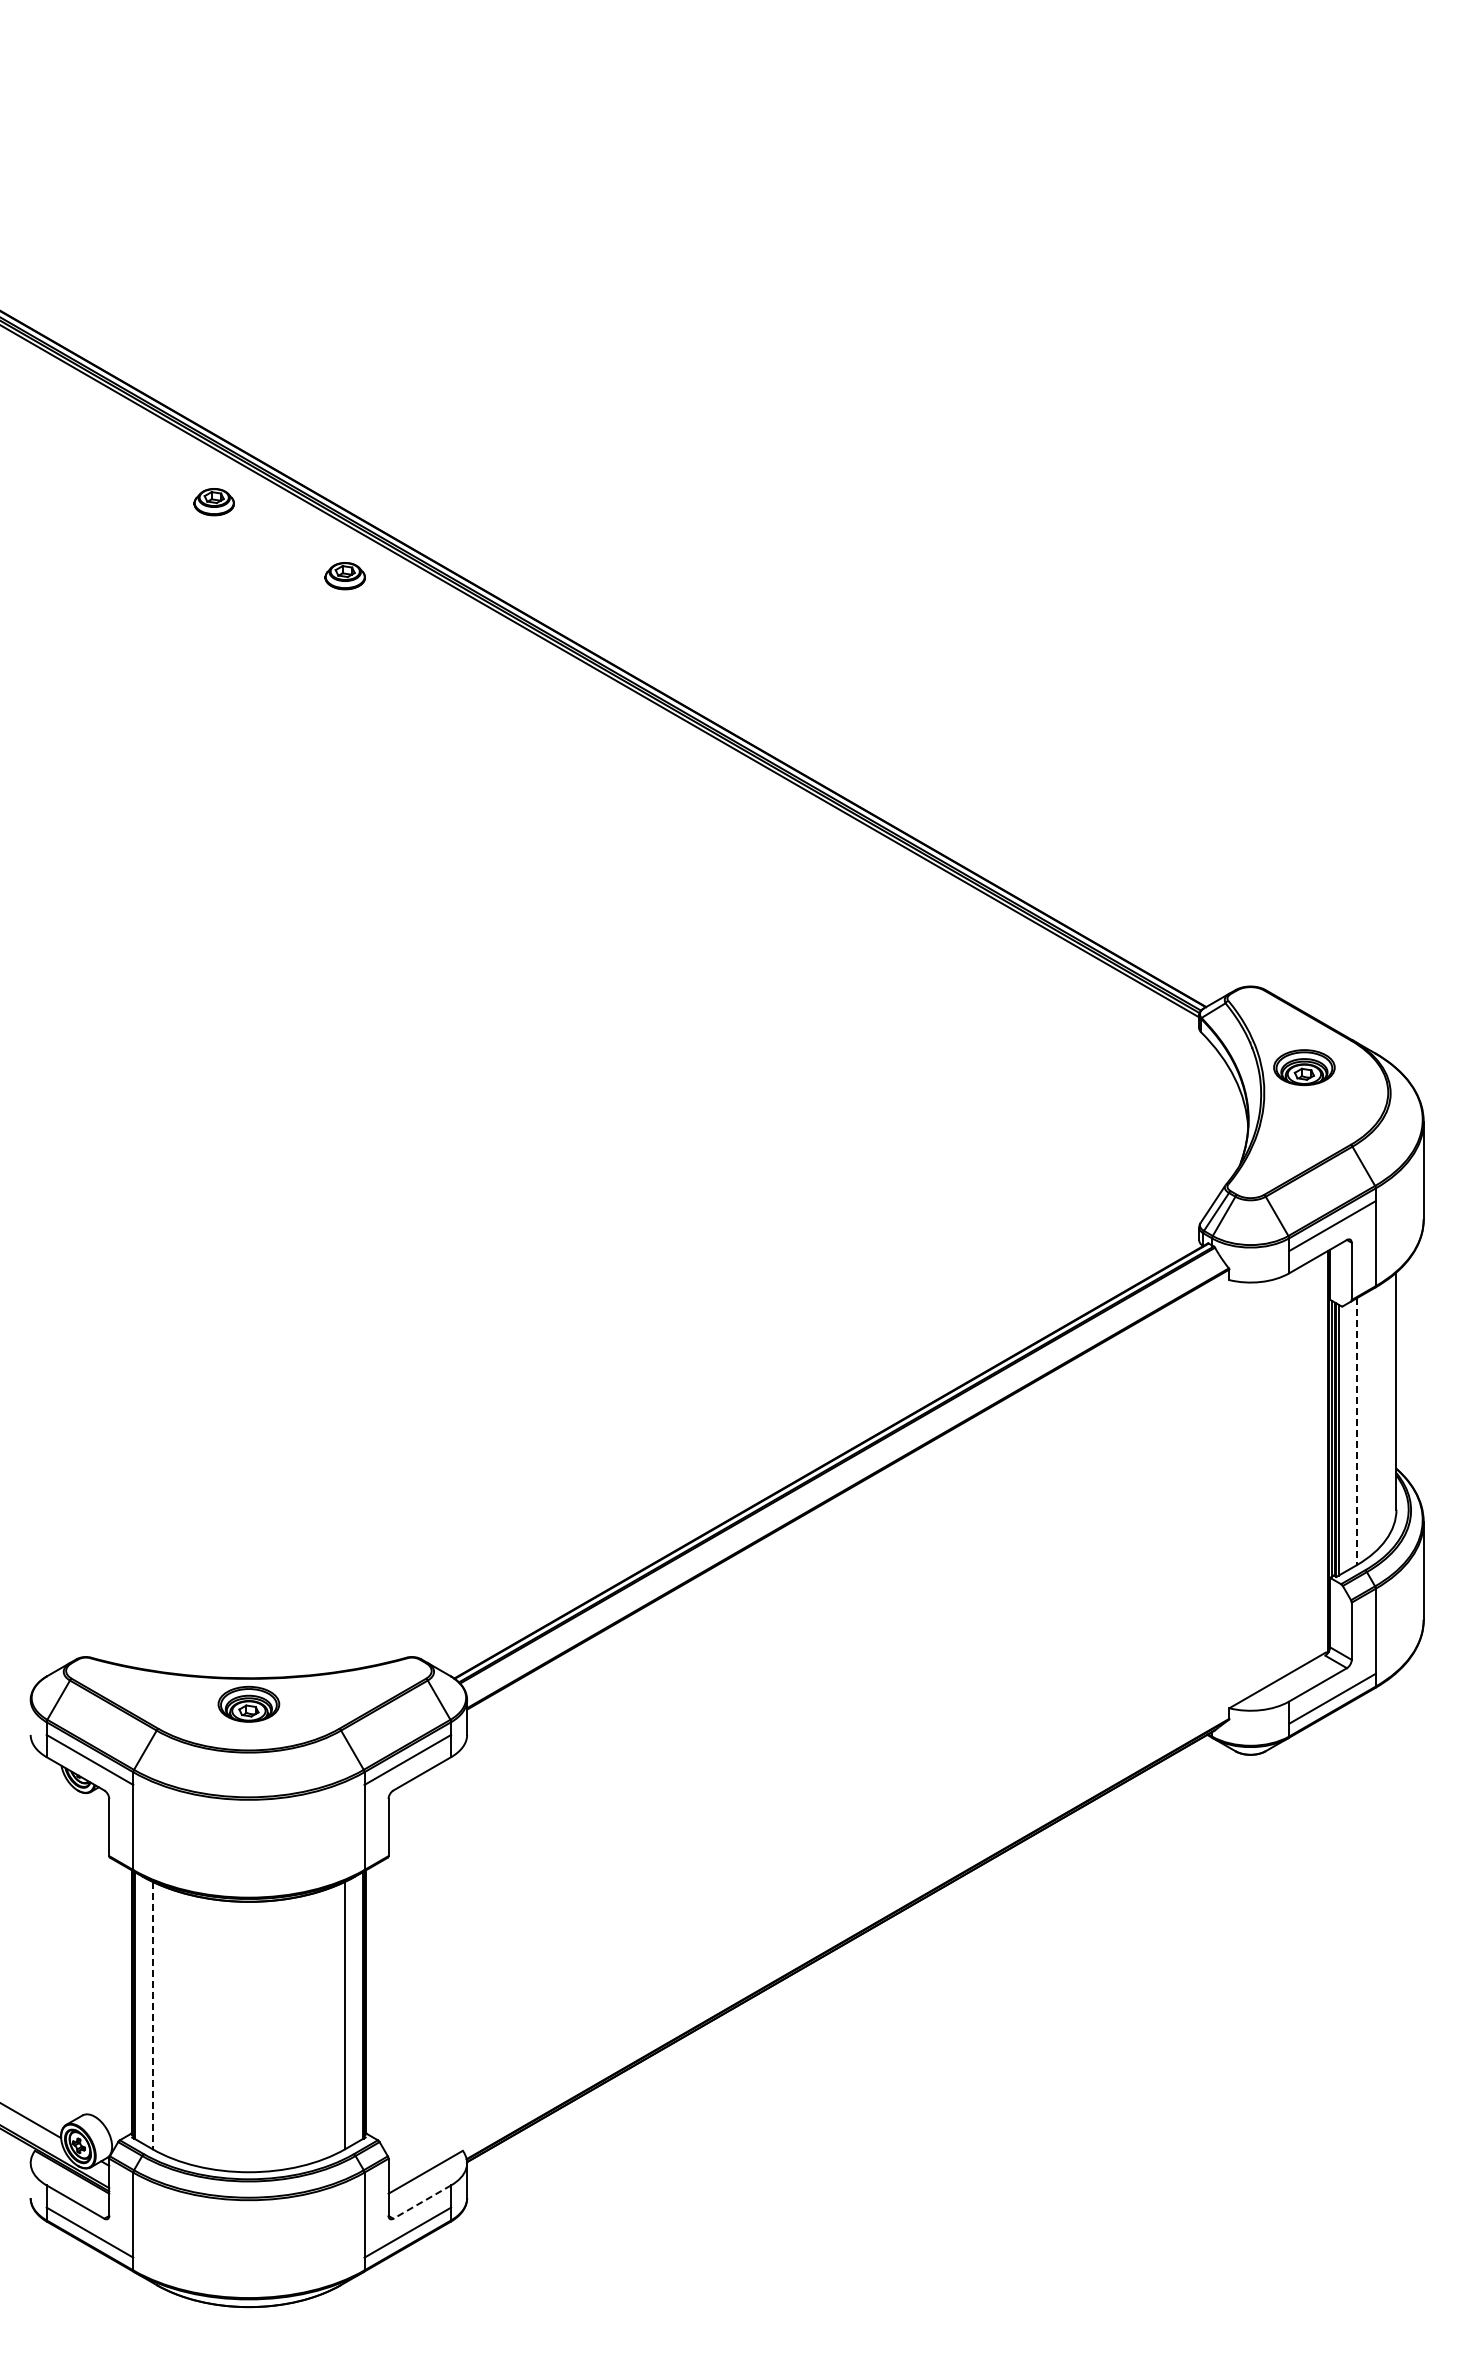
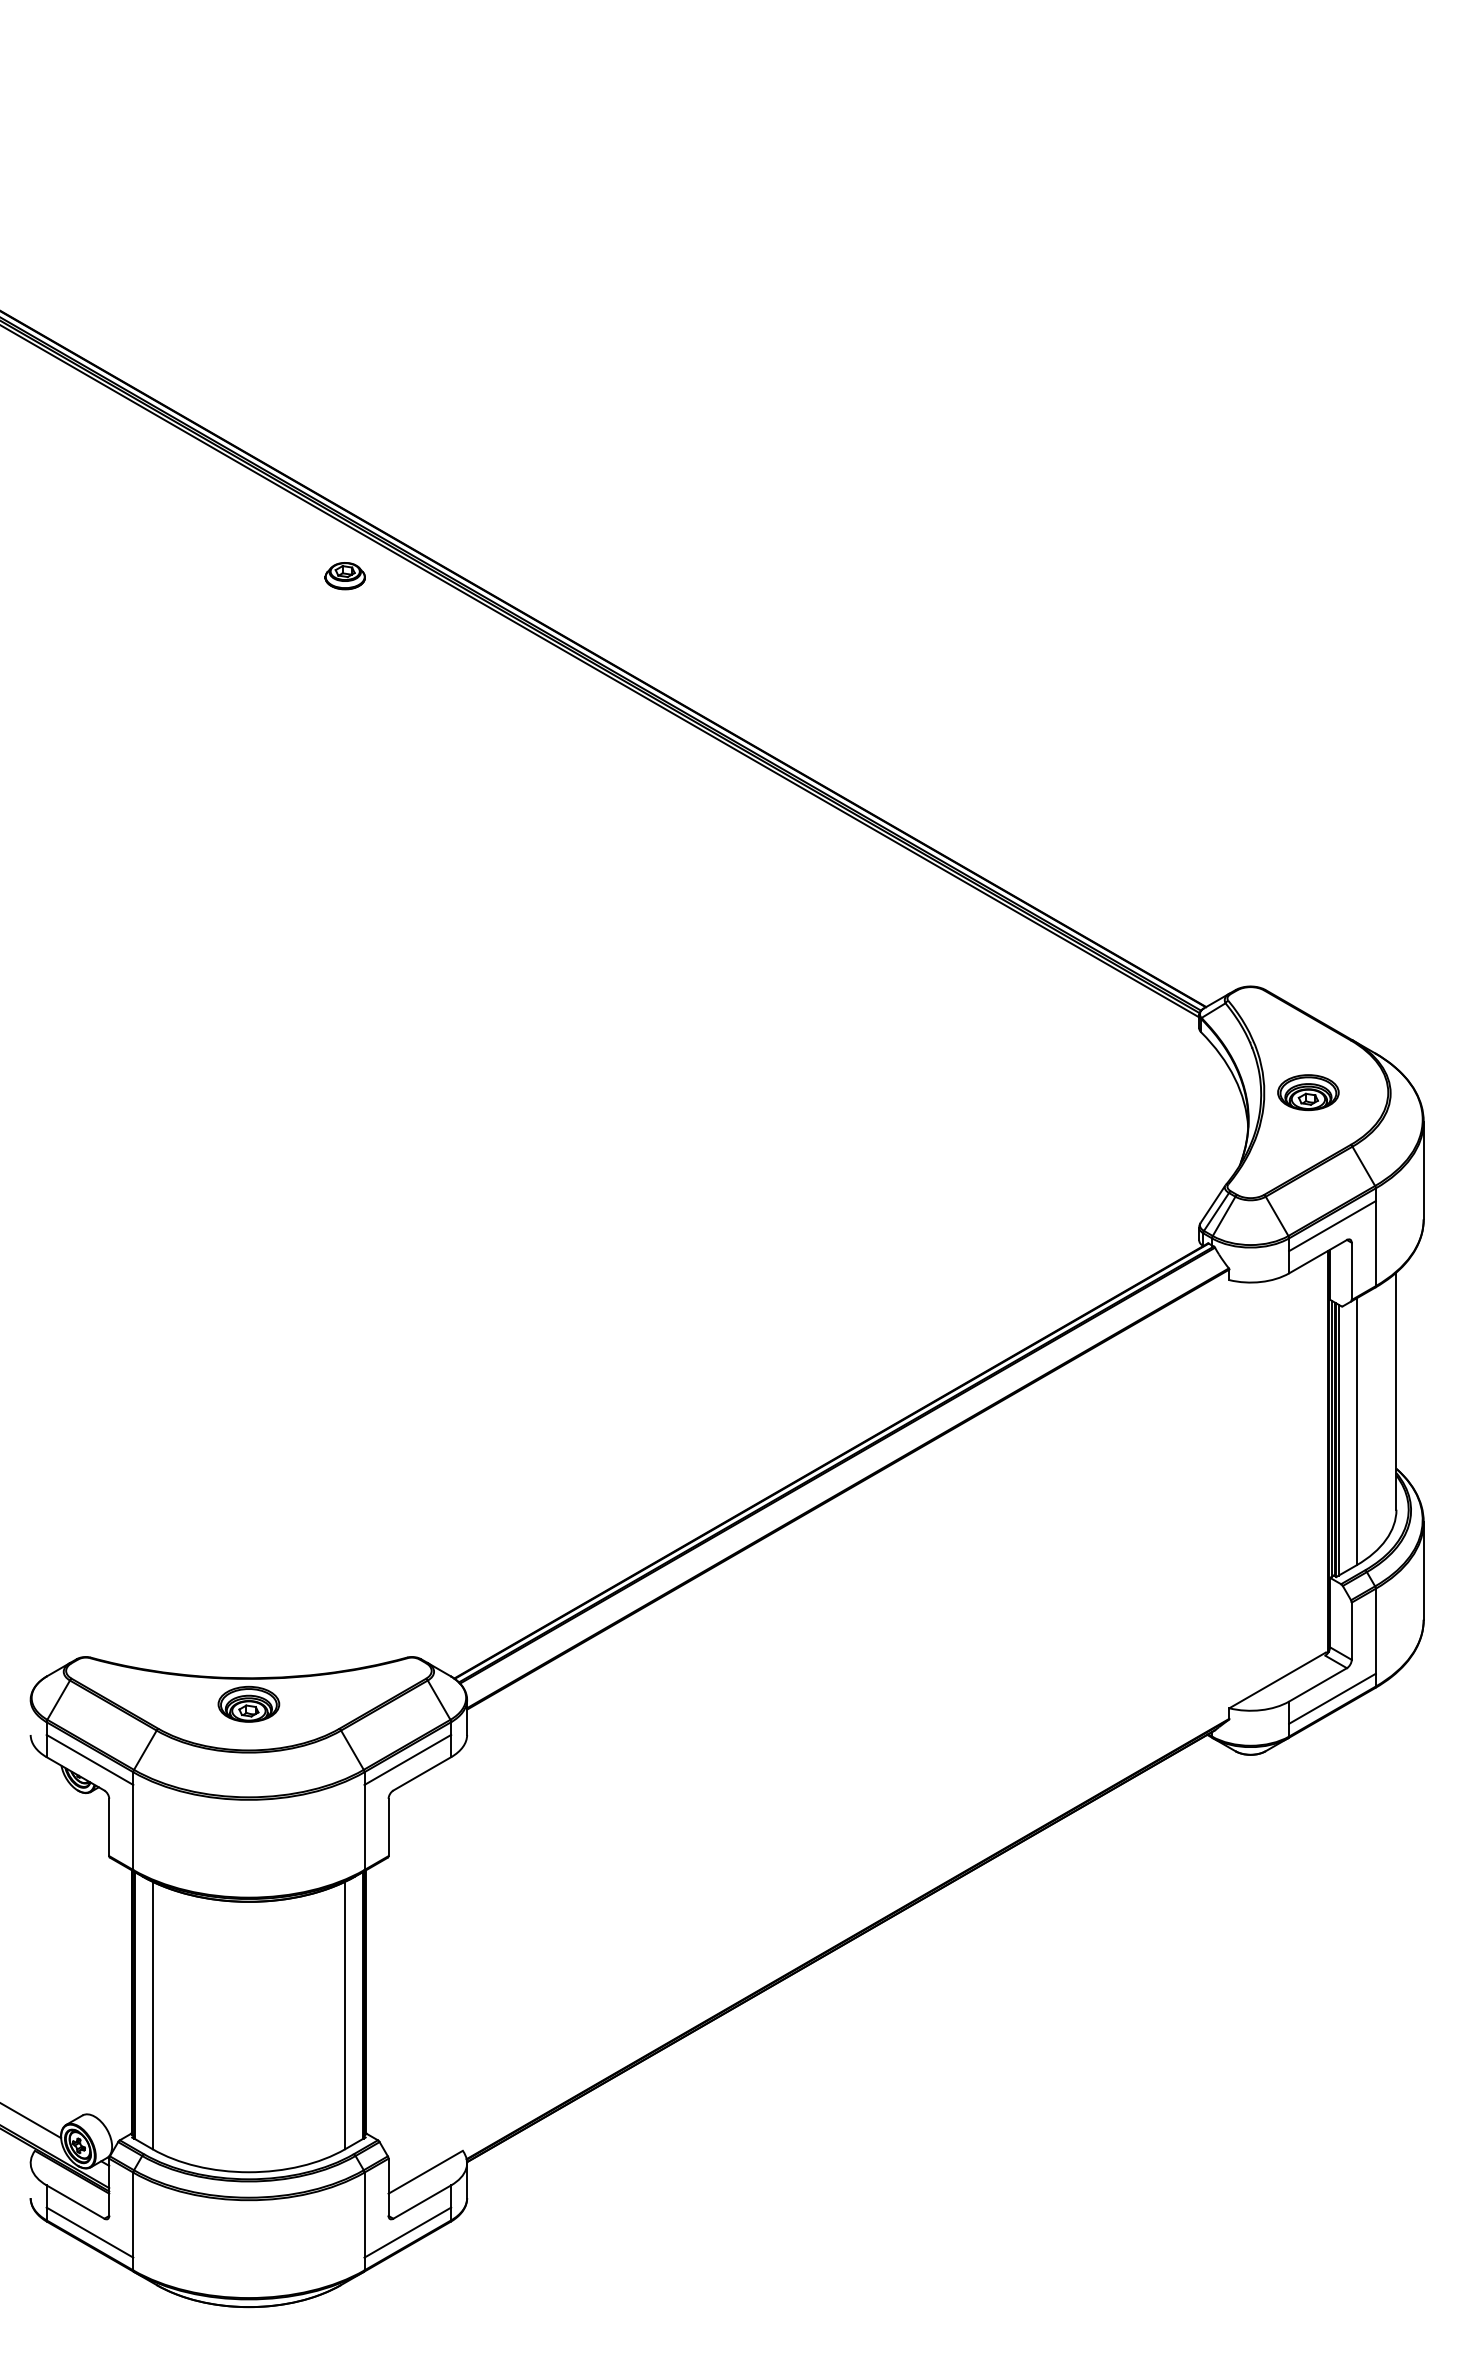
part at (213, 502): present -> none
part at (1304, 1067) position: (1304, 1067) -> (1308, 1092)
line at (1356, 1432): dashed -> solid
line at (152, 2015): dashed -> solid
line at (421, 2202): dashed -> solid
